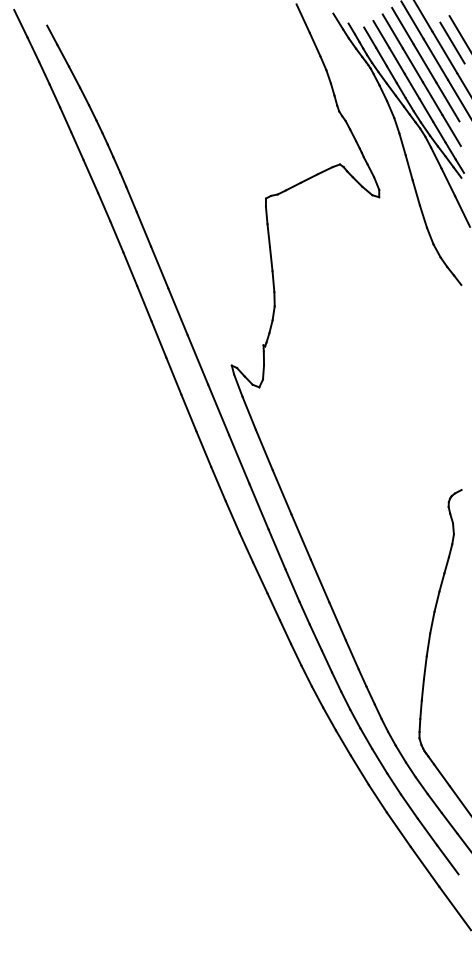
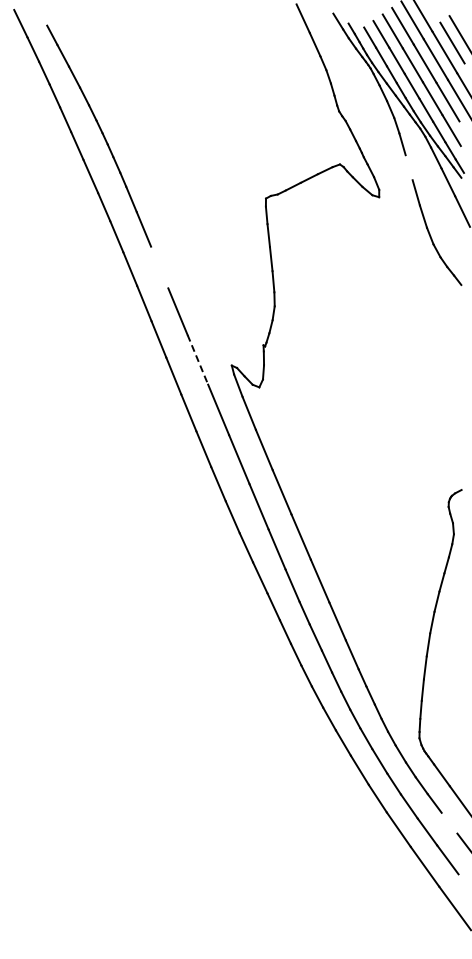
line at (408, 167): present -> none
line at (159, 267): present -> none
line at (197, 359): solid -> dashed
line at (449, 822): present -> none
